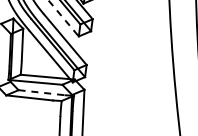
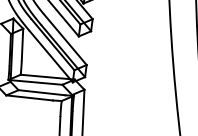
line at (64, 18): dashed -> solid
line at (42, 92): dashed -> solid
